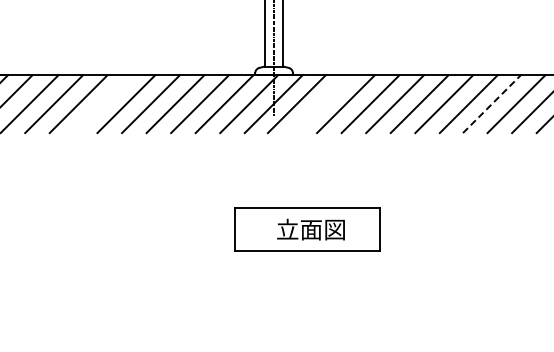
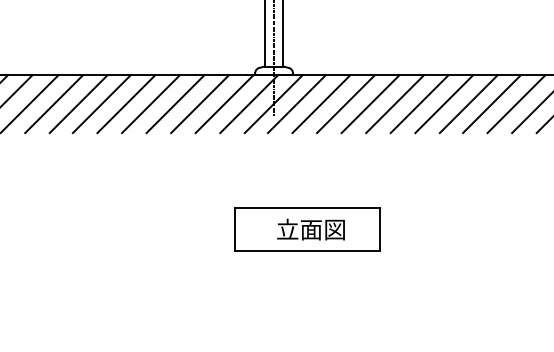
line at (101, 104): none -> present
line at (321, 104): none -> present
line at (491, 104): dashed -> solid
